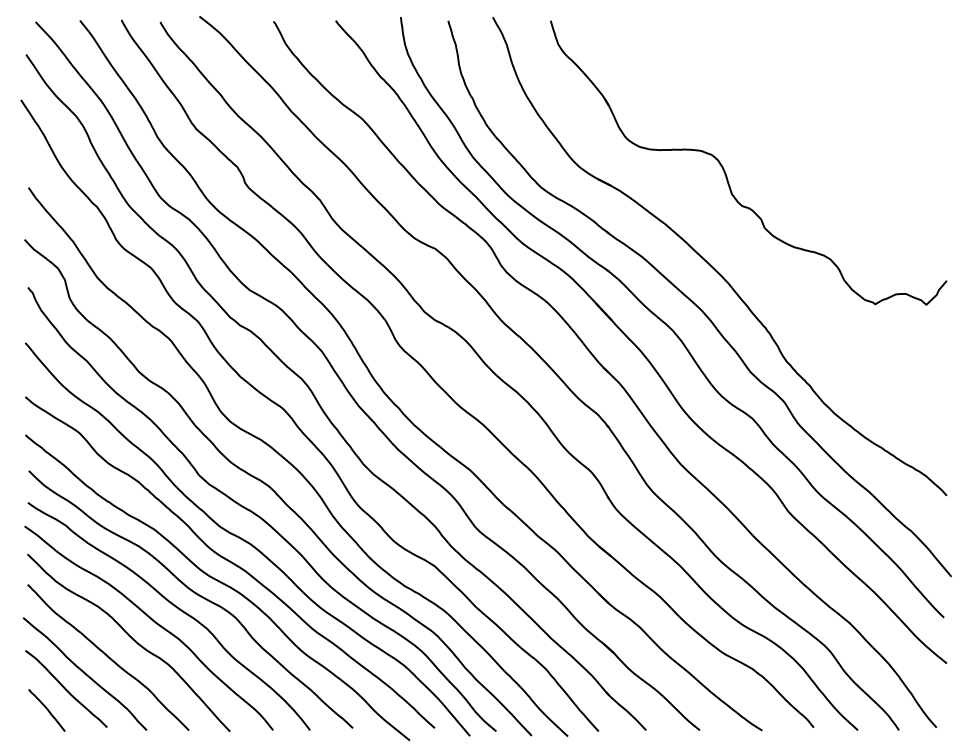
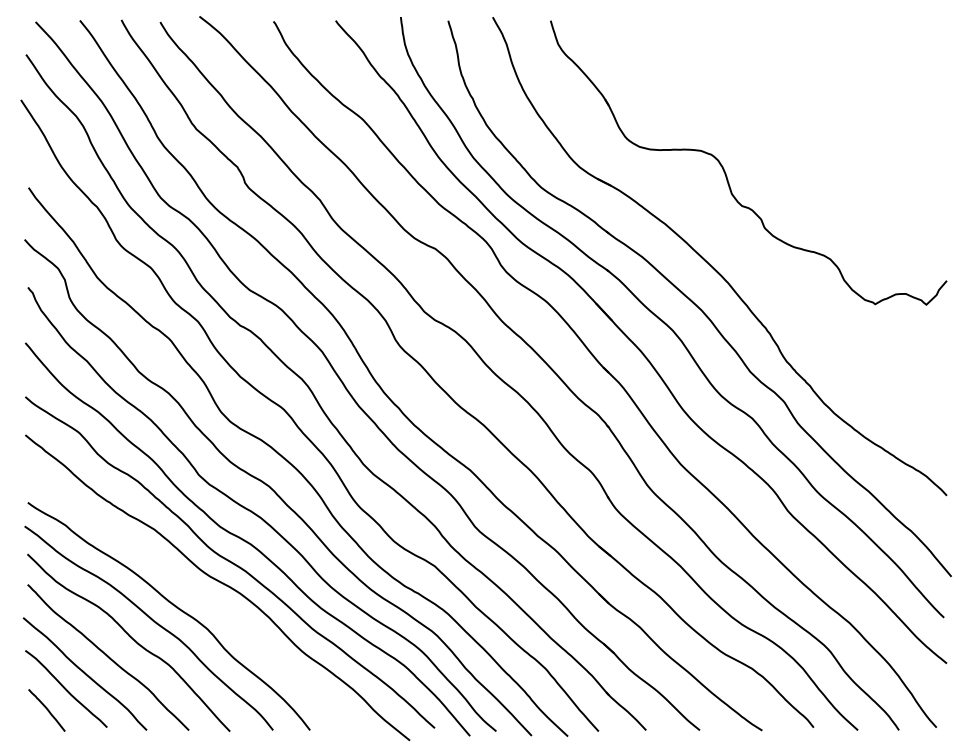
curve at (195, 594): present -> none
